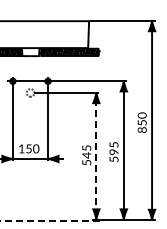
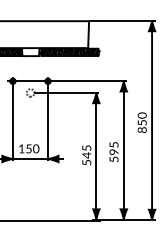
line at (96, 156): dashed -> solid
line at (51, 220): dashed -> solid
